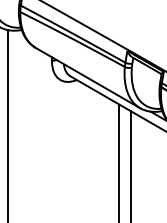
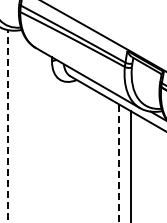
line at (8, 126): solid -> dashed
line at (119, 163): solid -> dashed
